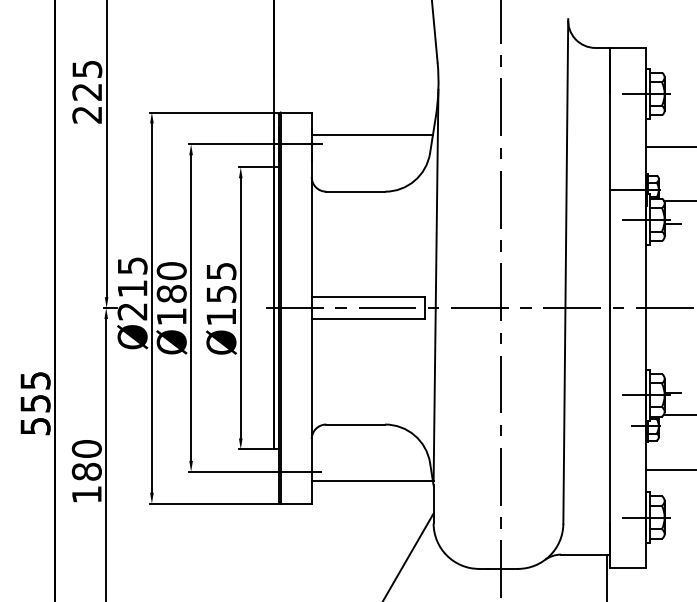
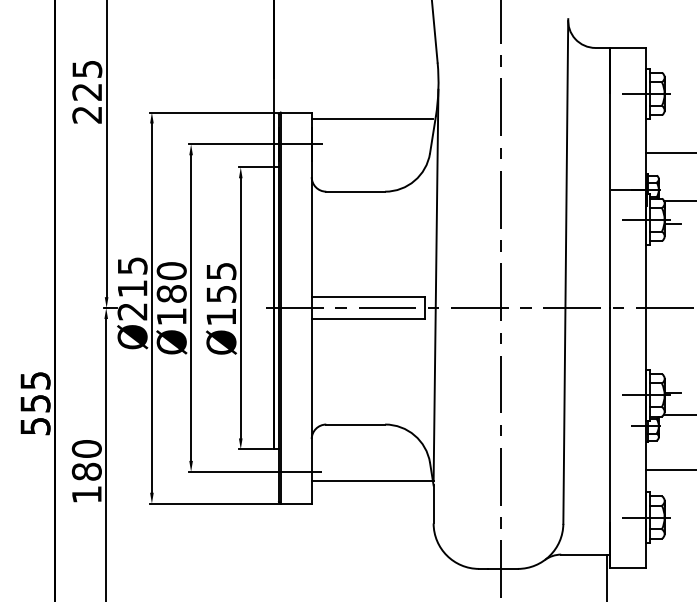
line at (371, 135) position: (371, 135) -> (371, 119)
line at (669, 146) position: (669, 146) -> (669, 152)
line at (408, 555): present -> none
